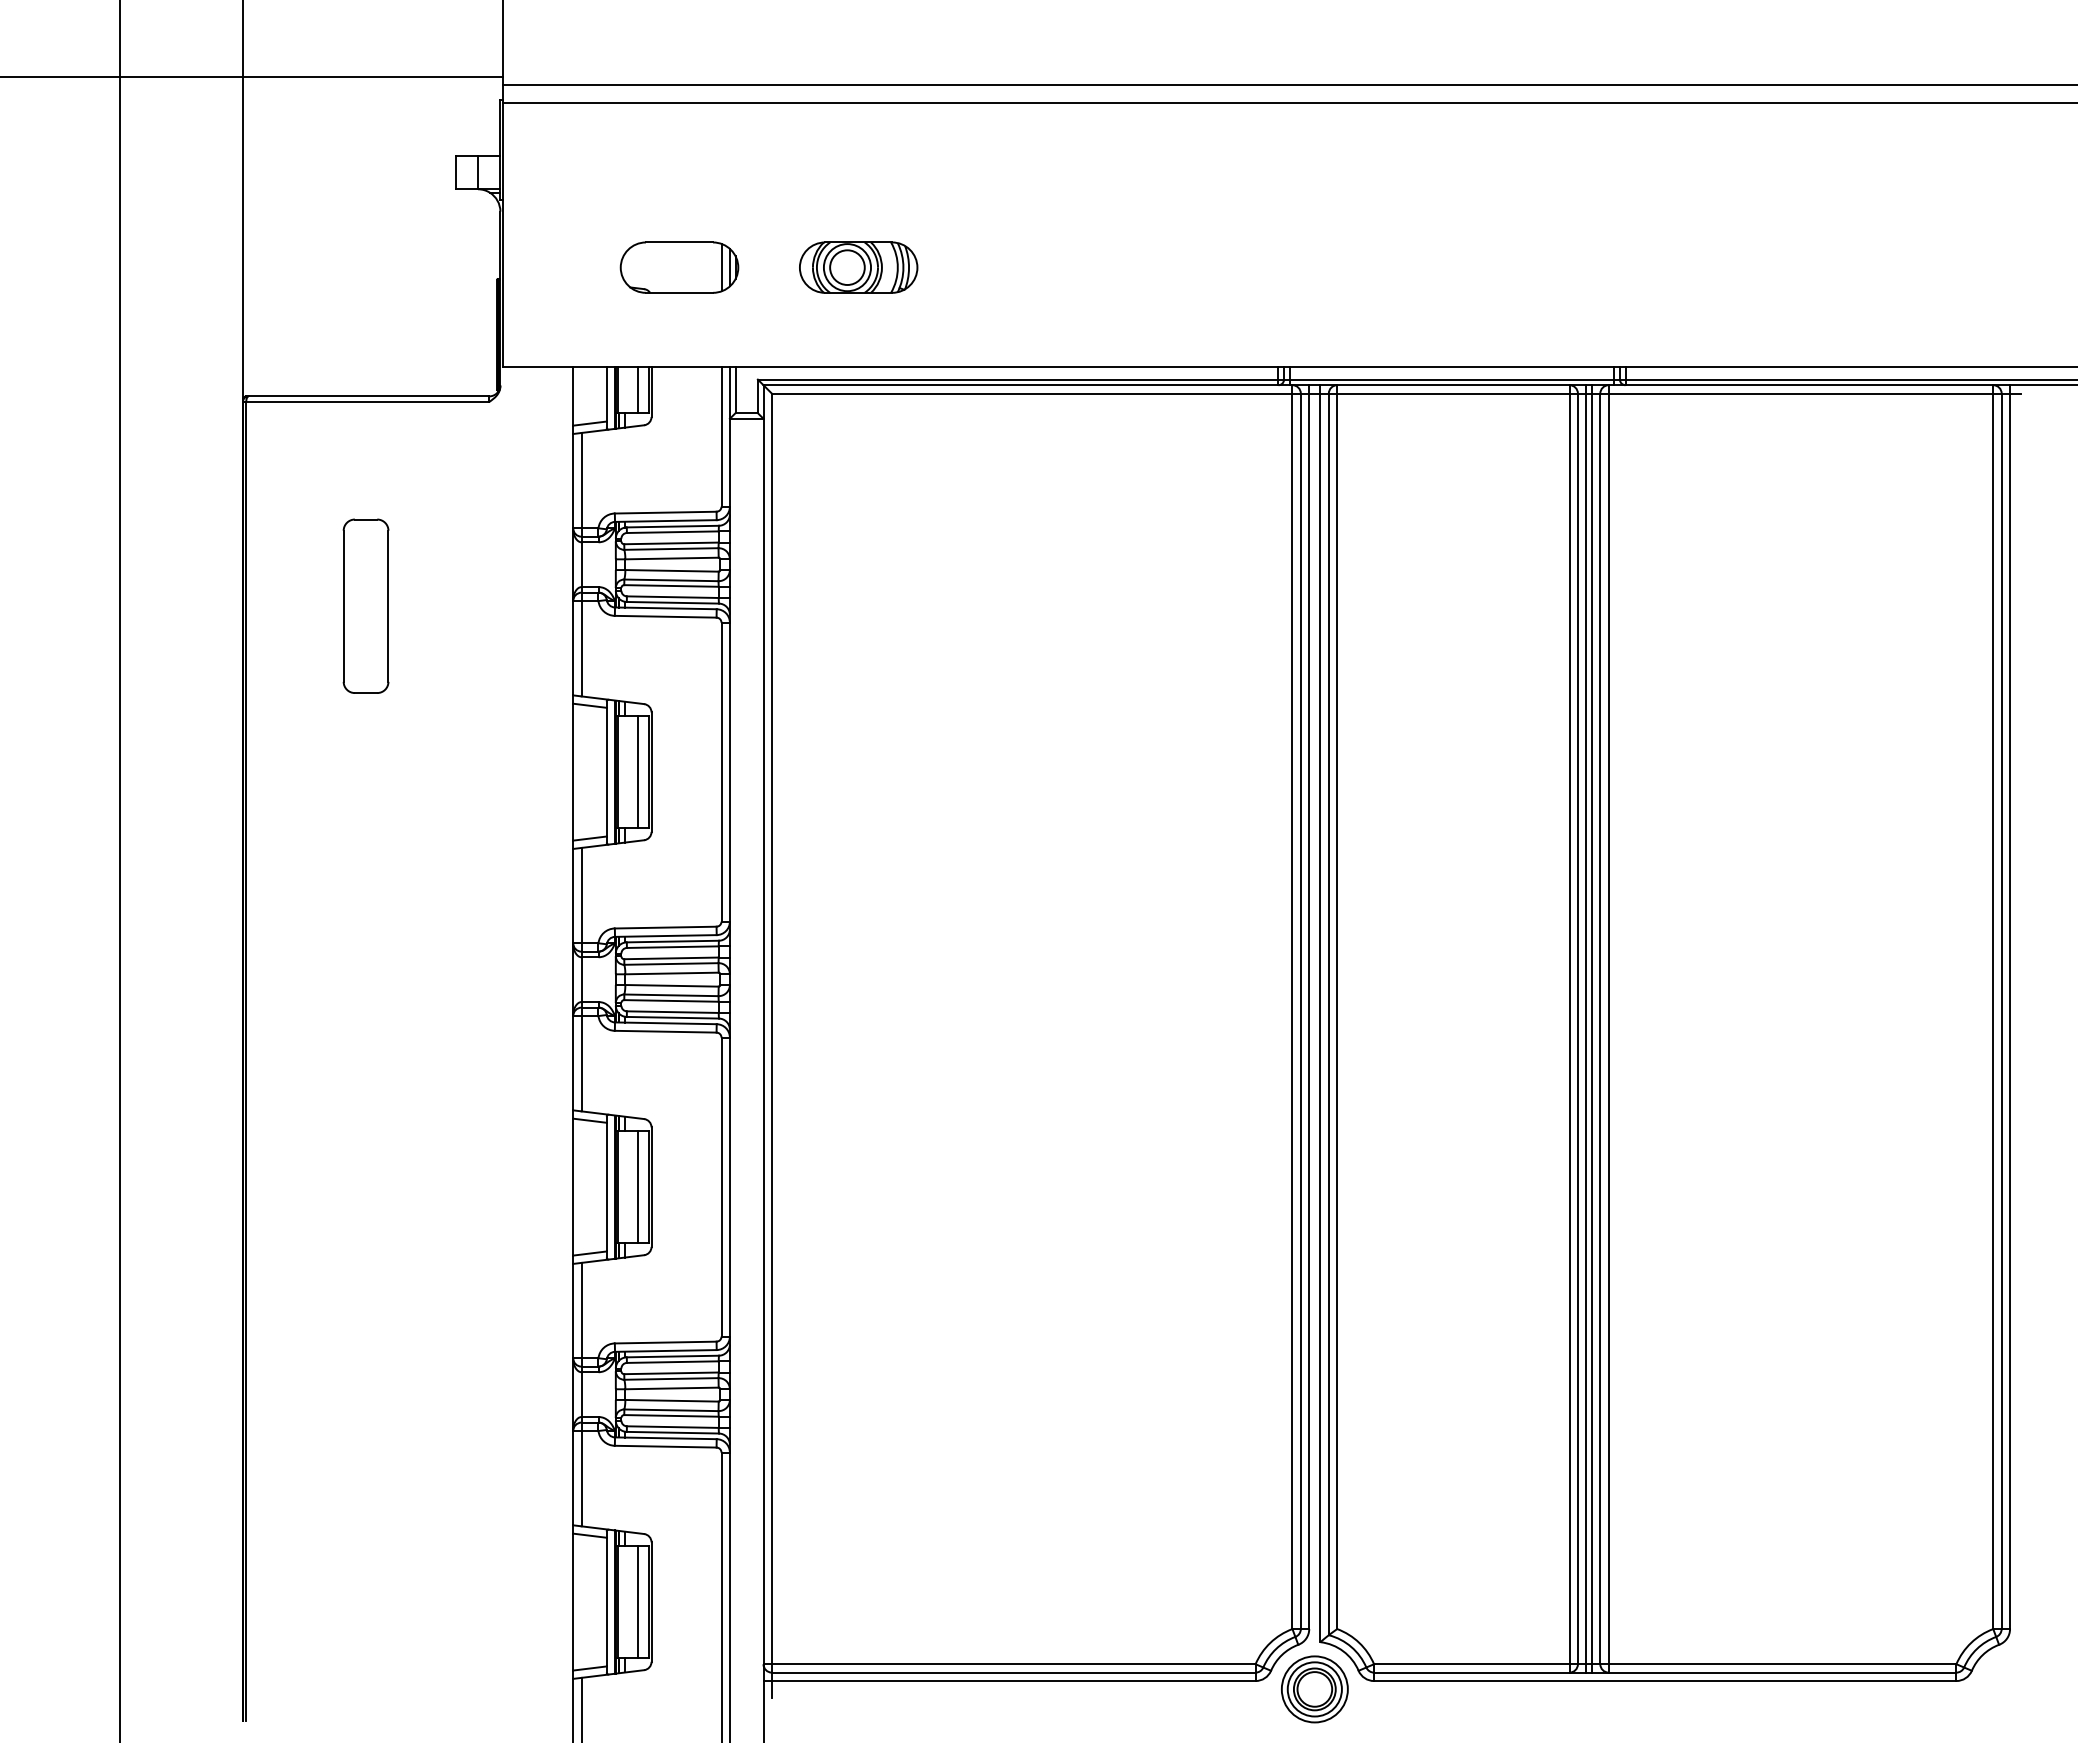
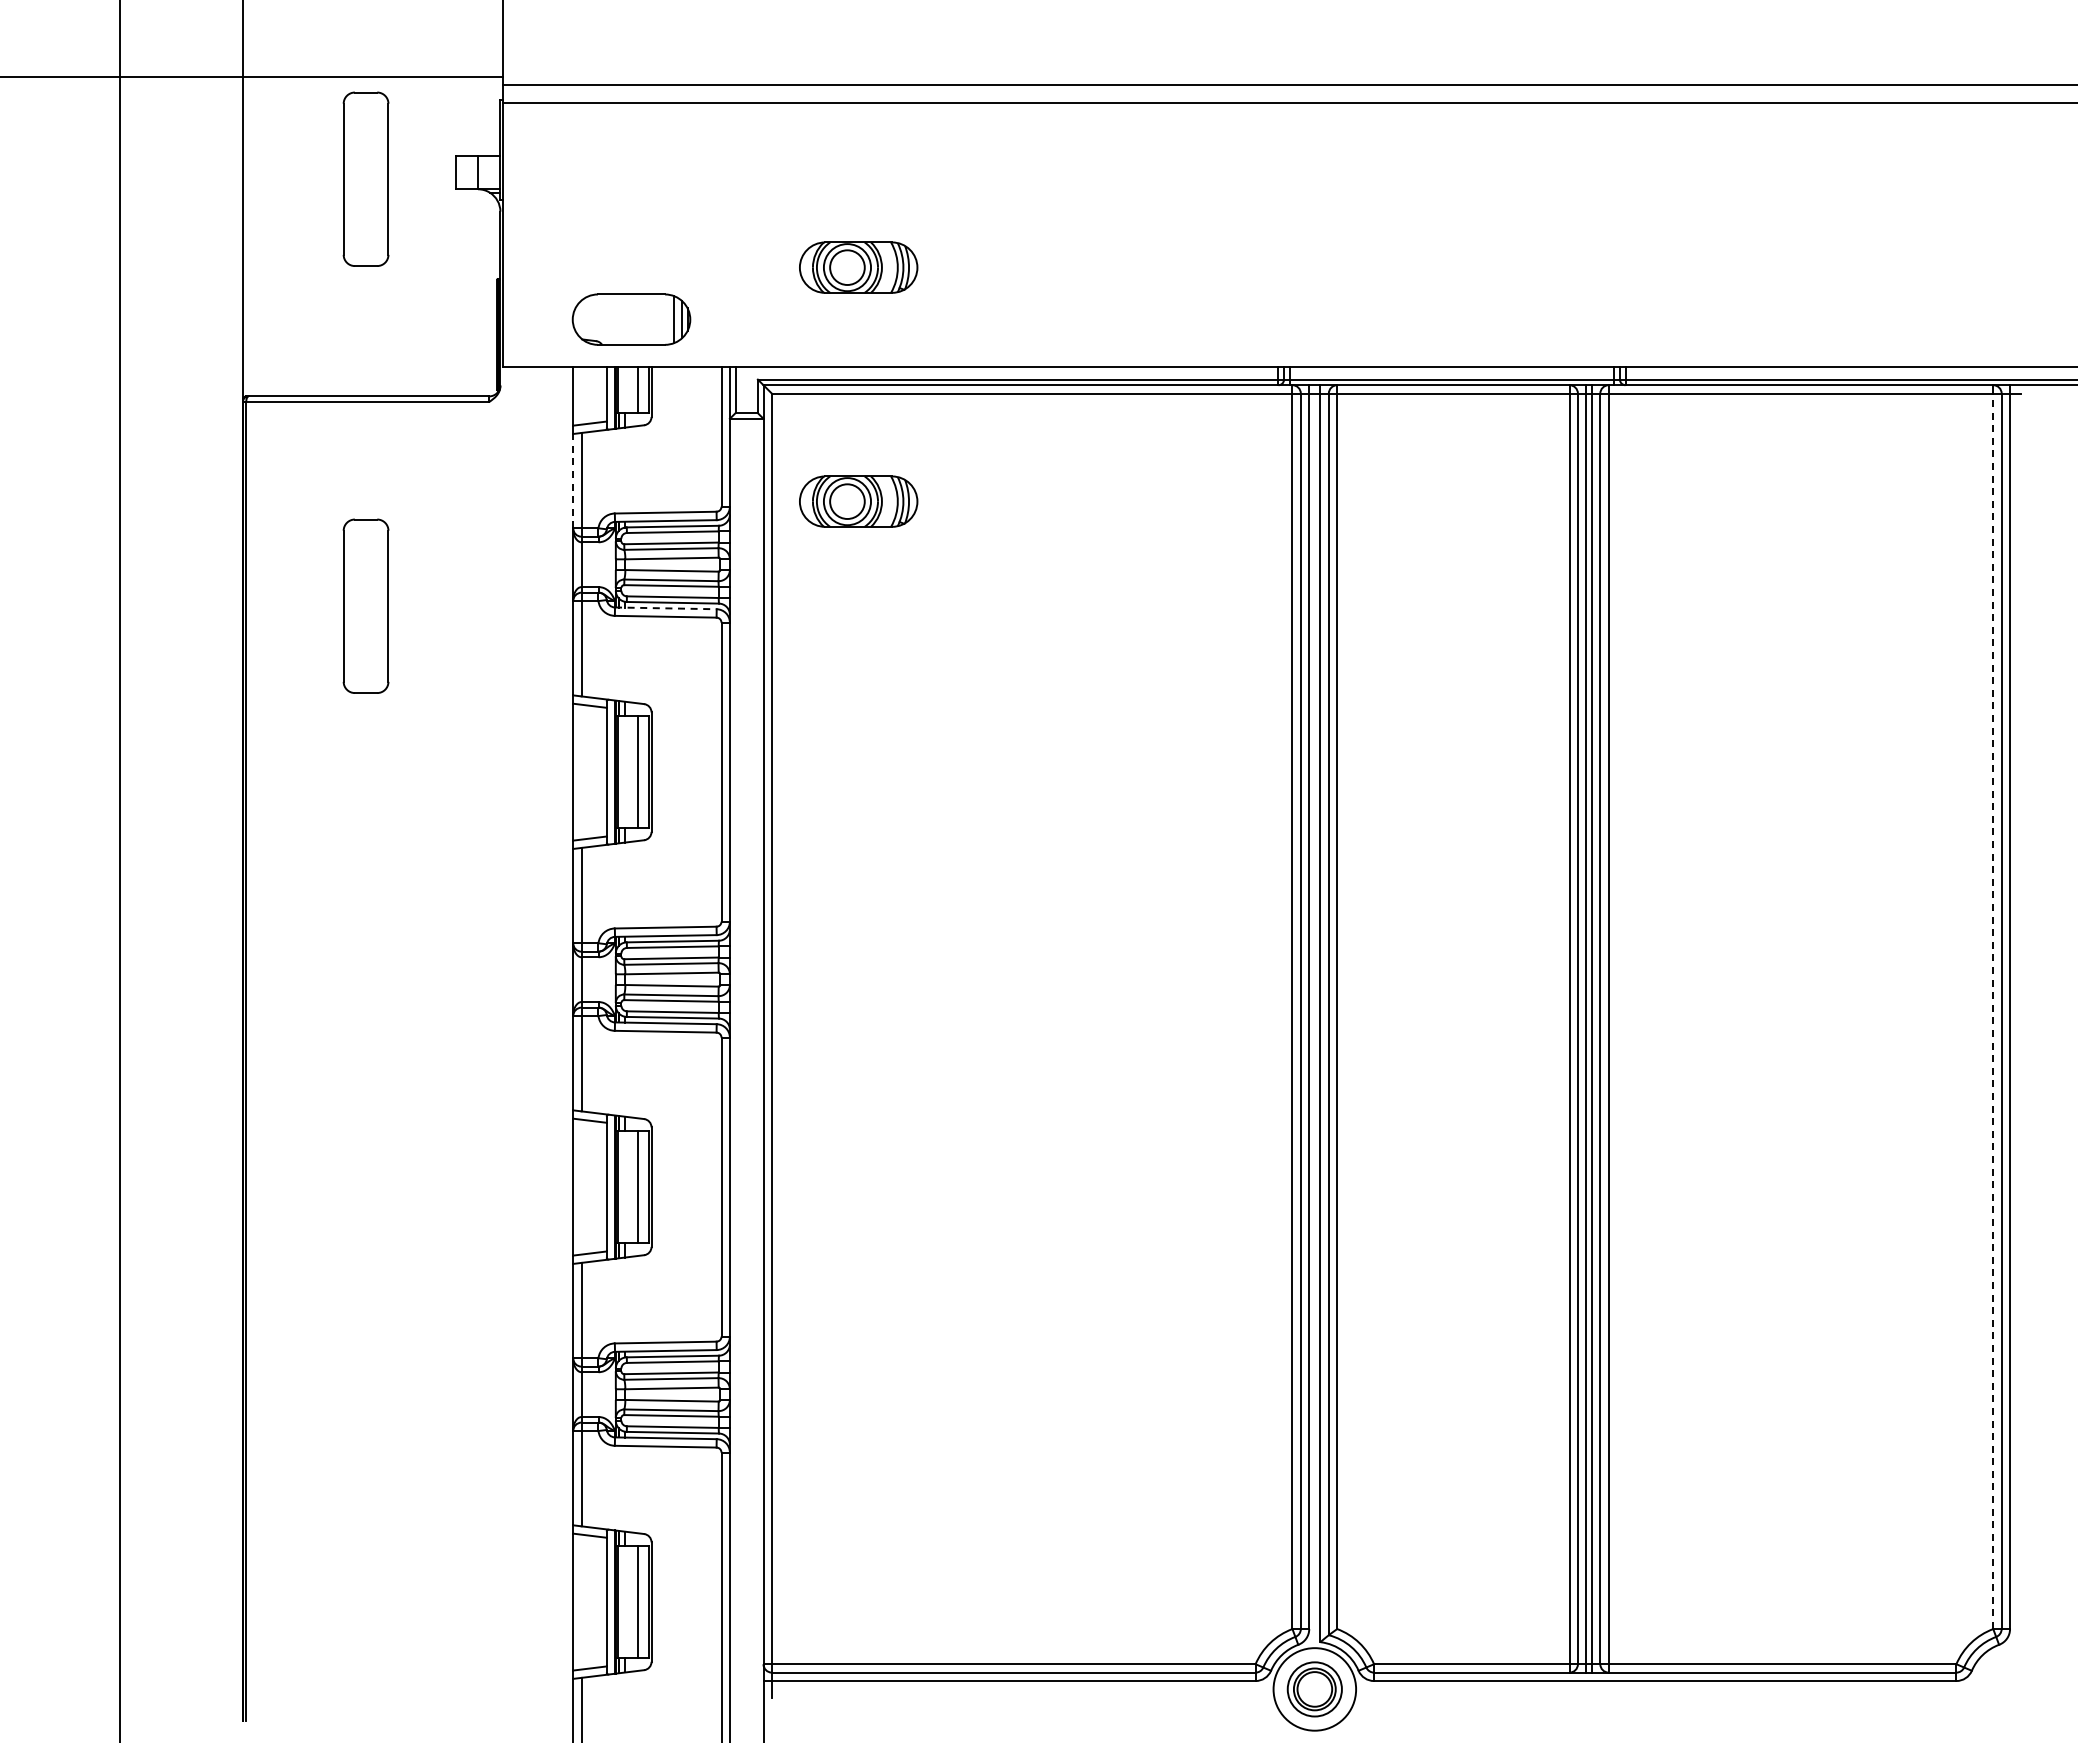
part at (365, 178): none -> present
part at (679, 267) position: (679, 267) -> (631, 319)
line at (573, 480): solid -> dashed
part at (858, 501): none -> present
line at (665, 608): solid -> dashed
line at (1993, 1011): solid -> dashed
circle at (1314, 1689) diameter: 66 px -> 83 px
